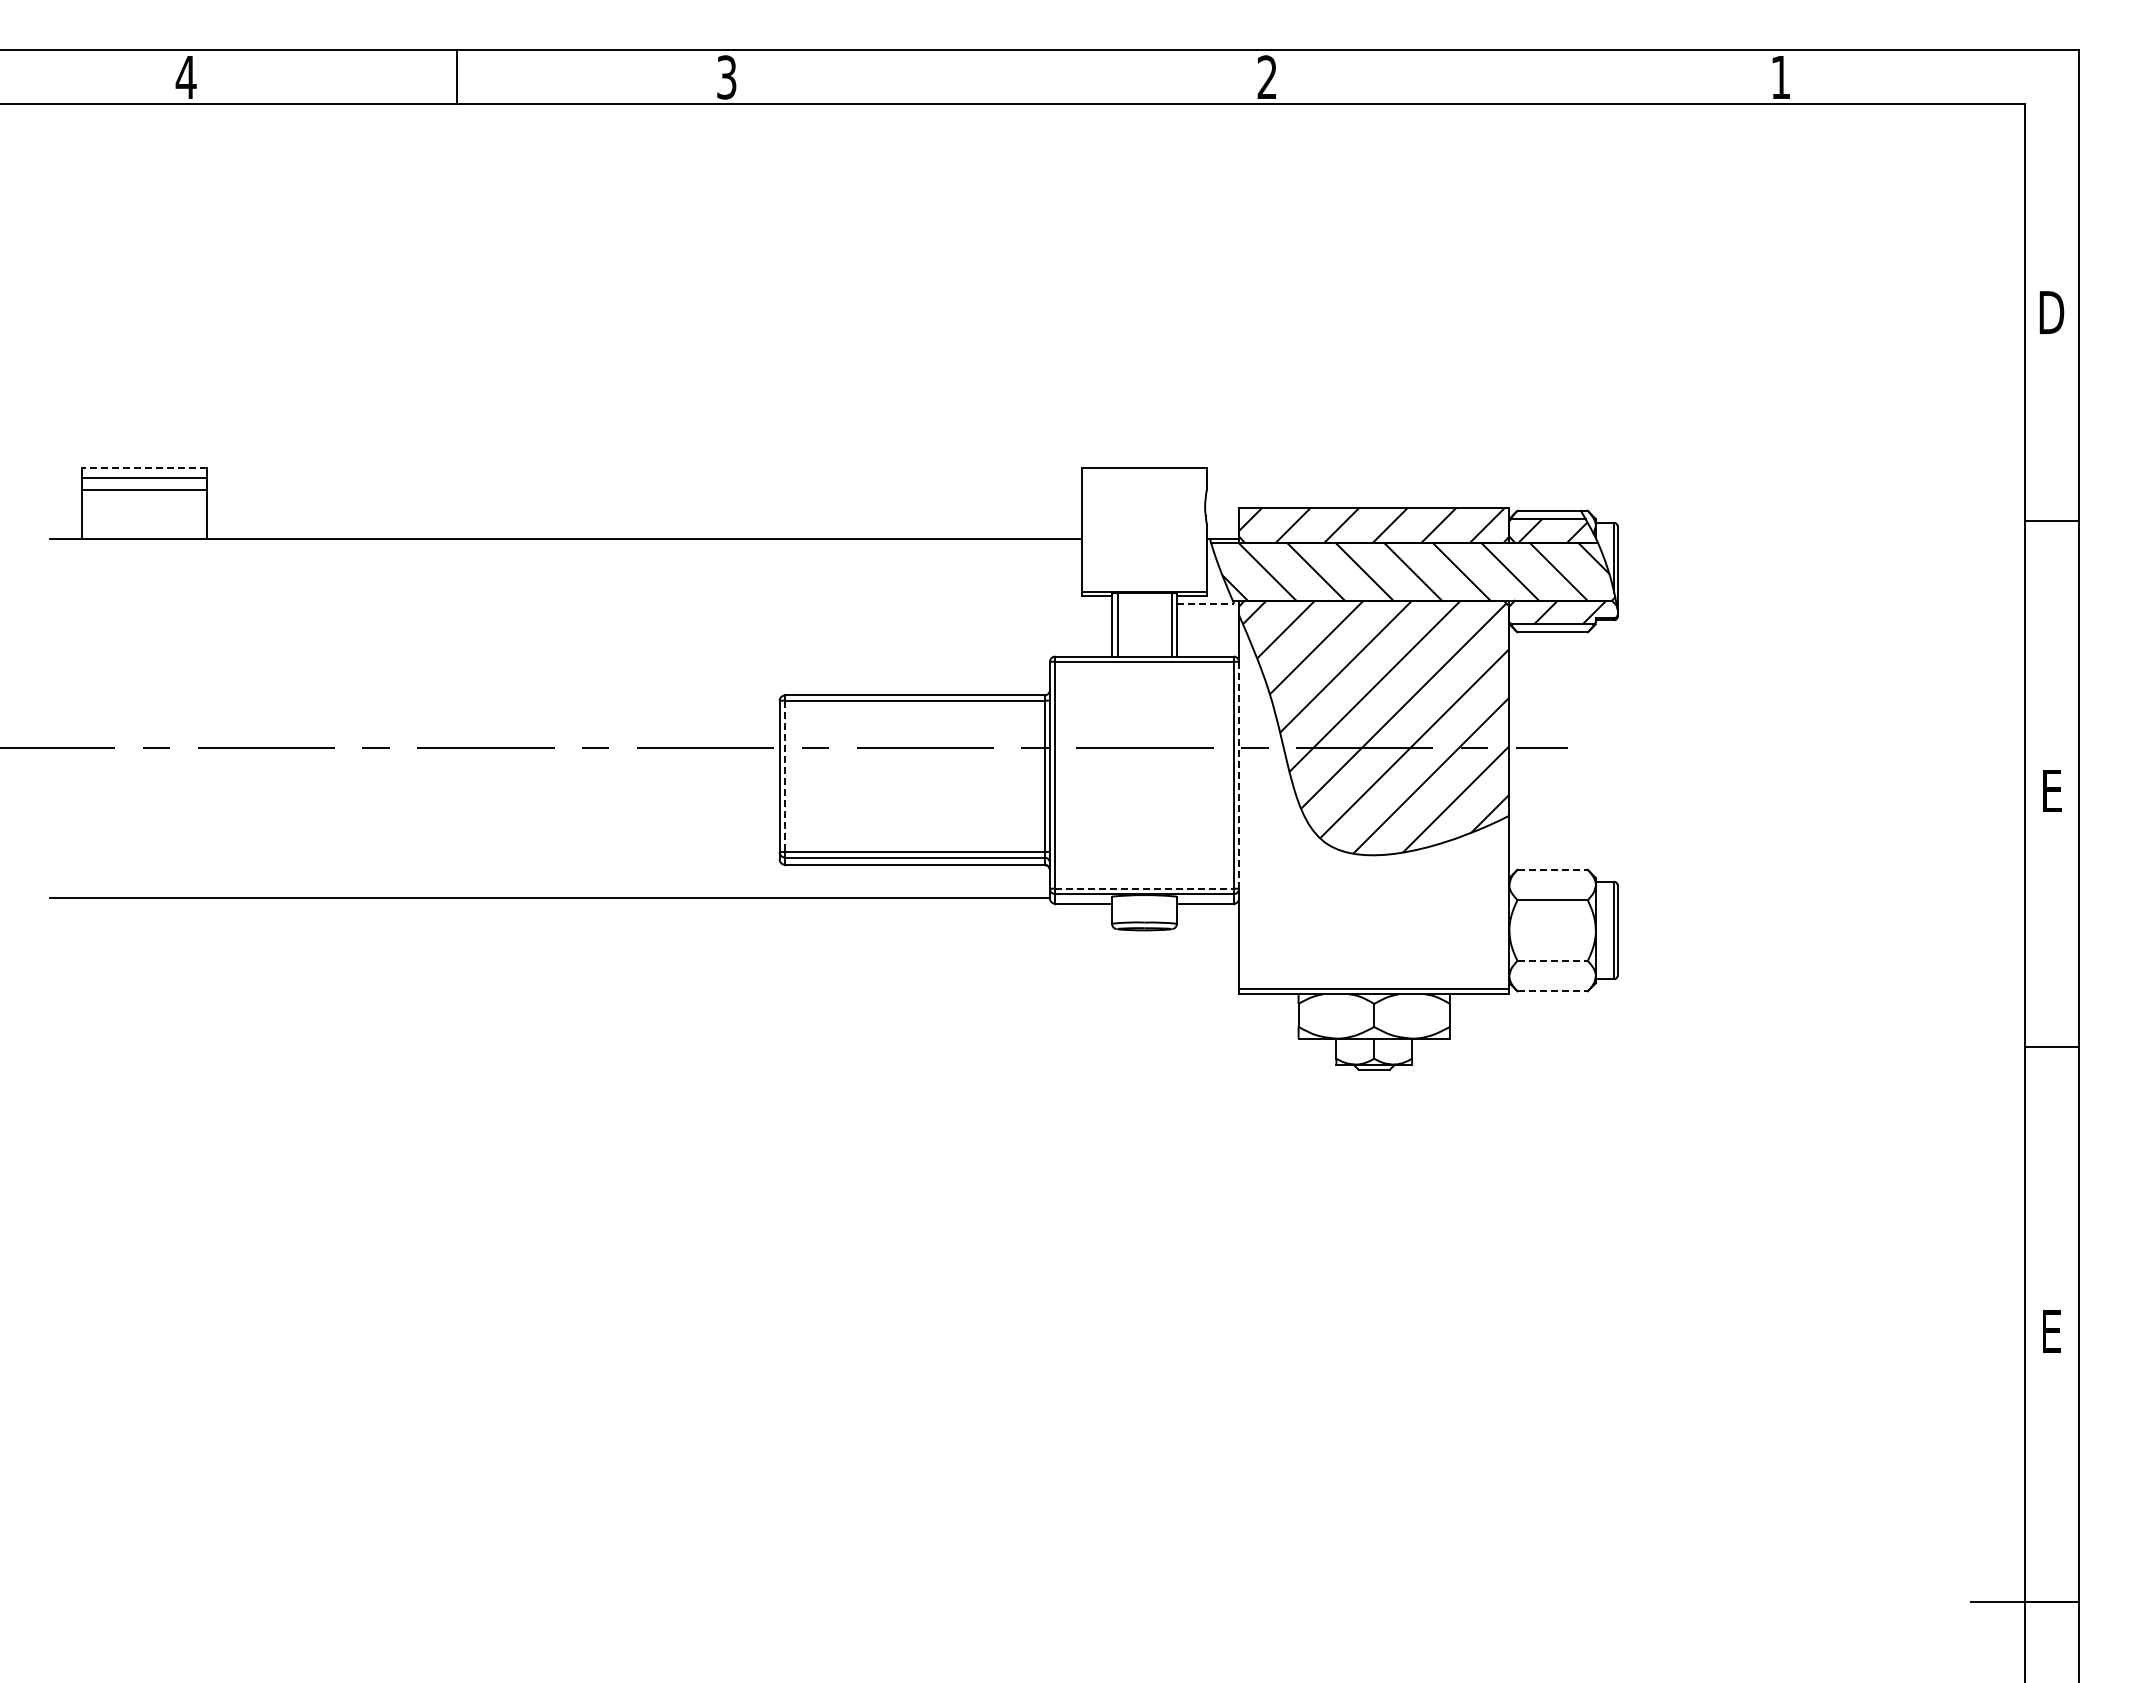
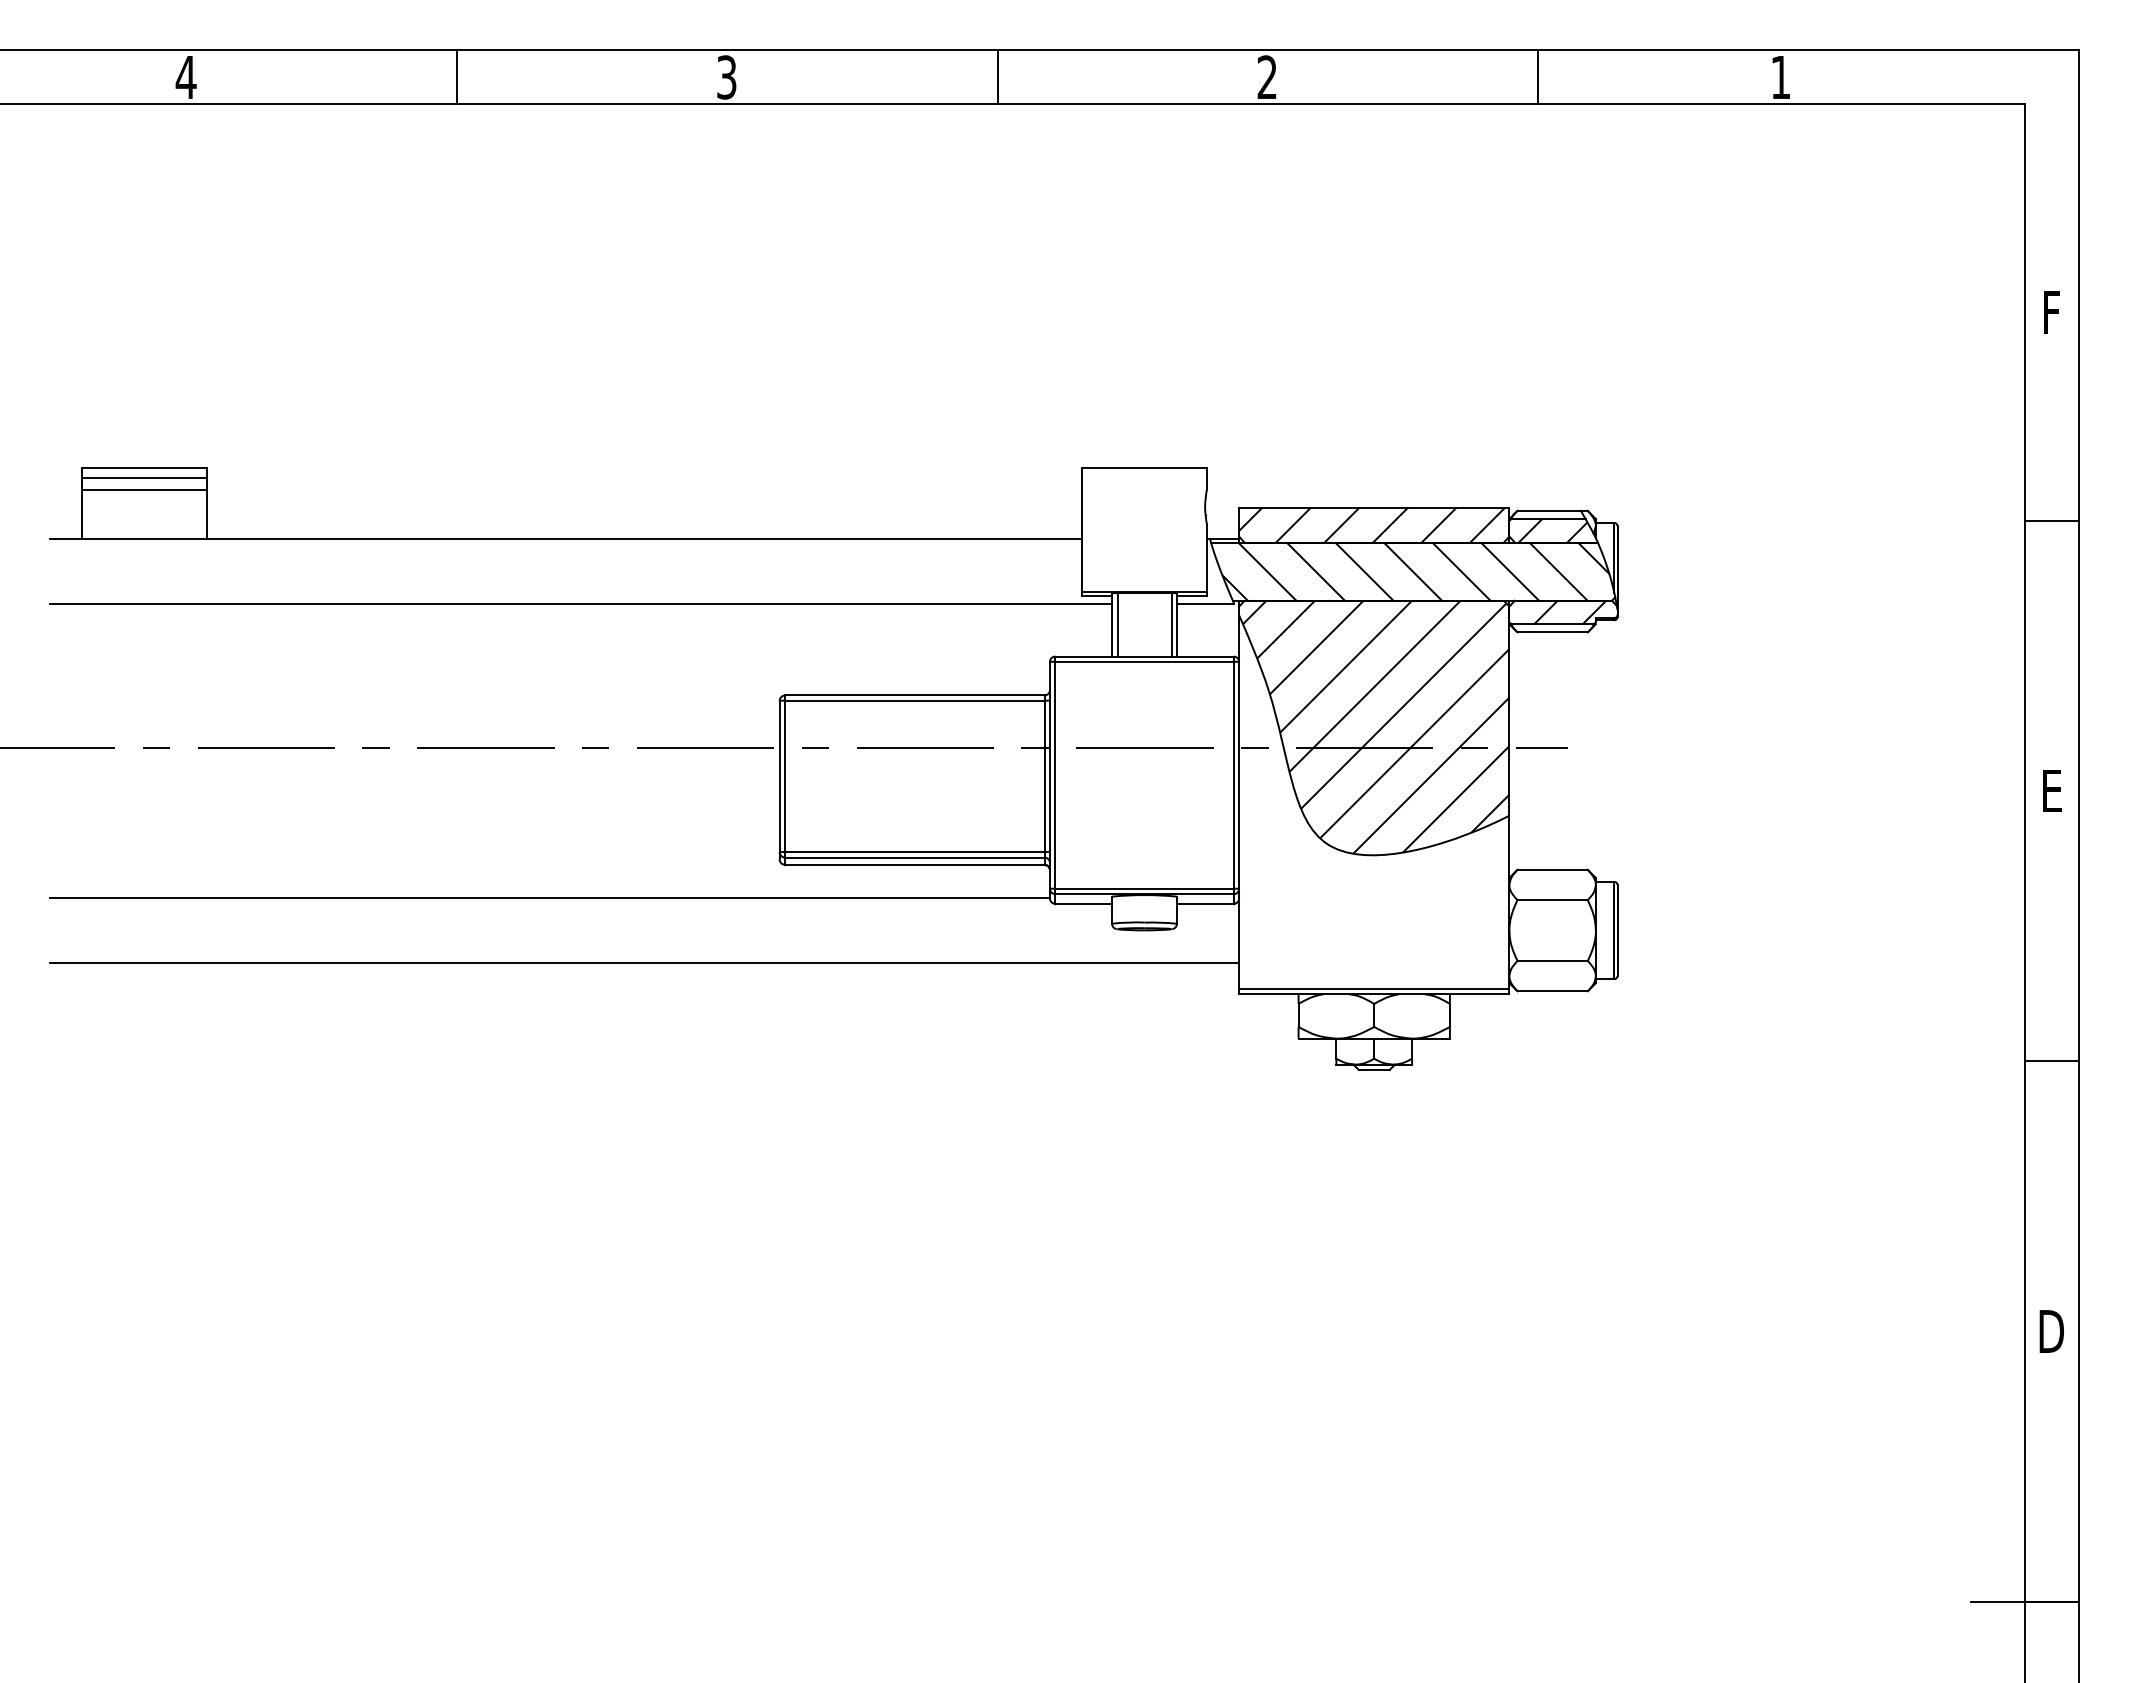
line at (997, 77): none -> present
line at (1538, 77): none -> present
text at (2051, 312): D -> F
line at (144, 467): dashed -> solid
line at (580, 604): none -> present
line at (1205, 604): dashed -> solid
line at (1239, 775): dashed -> solid
line at (785, 776): dashed -> solid
line at (1553, 869): dashed -> solid
line at (1145, 888): dashed -> solid
line at (1553, 960): dashed -> solid
line at (644, 962): none -> present
line at (1553, 991): dashed -> solid
line at (2051, 1047) position: (2051, 1047) -> (2051, 1061)
text at (2051, 1331): E -> D
